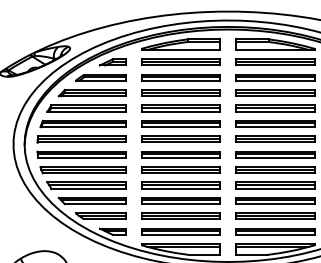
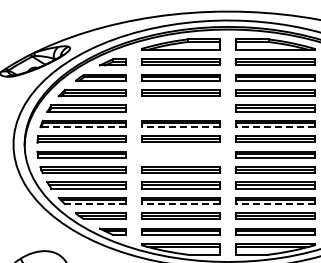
part at (180, 108): present -> none
line at (83, 127): solid -> dashed
line at (180, 127): solid -> dashed
line at (275, 127): solid -> dashed
part at (180, 154): present -> none
line at (94, 204): solid -> dashed
line at (180, 204): solid -> dashed
line at (275, 204): solid -> dashed
